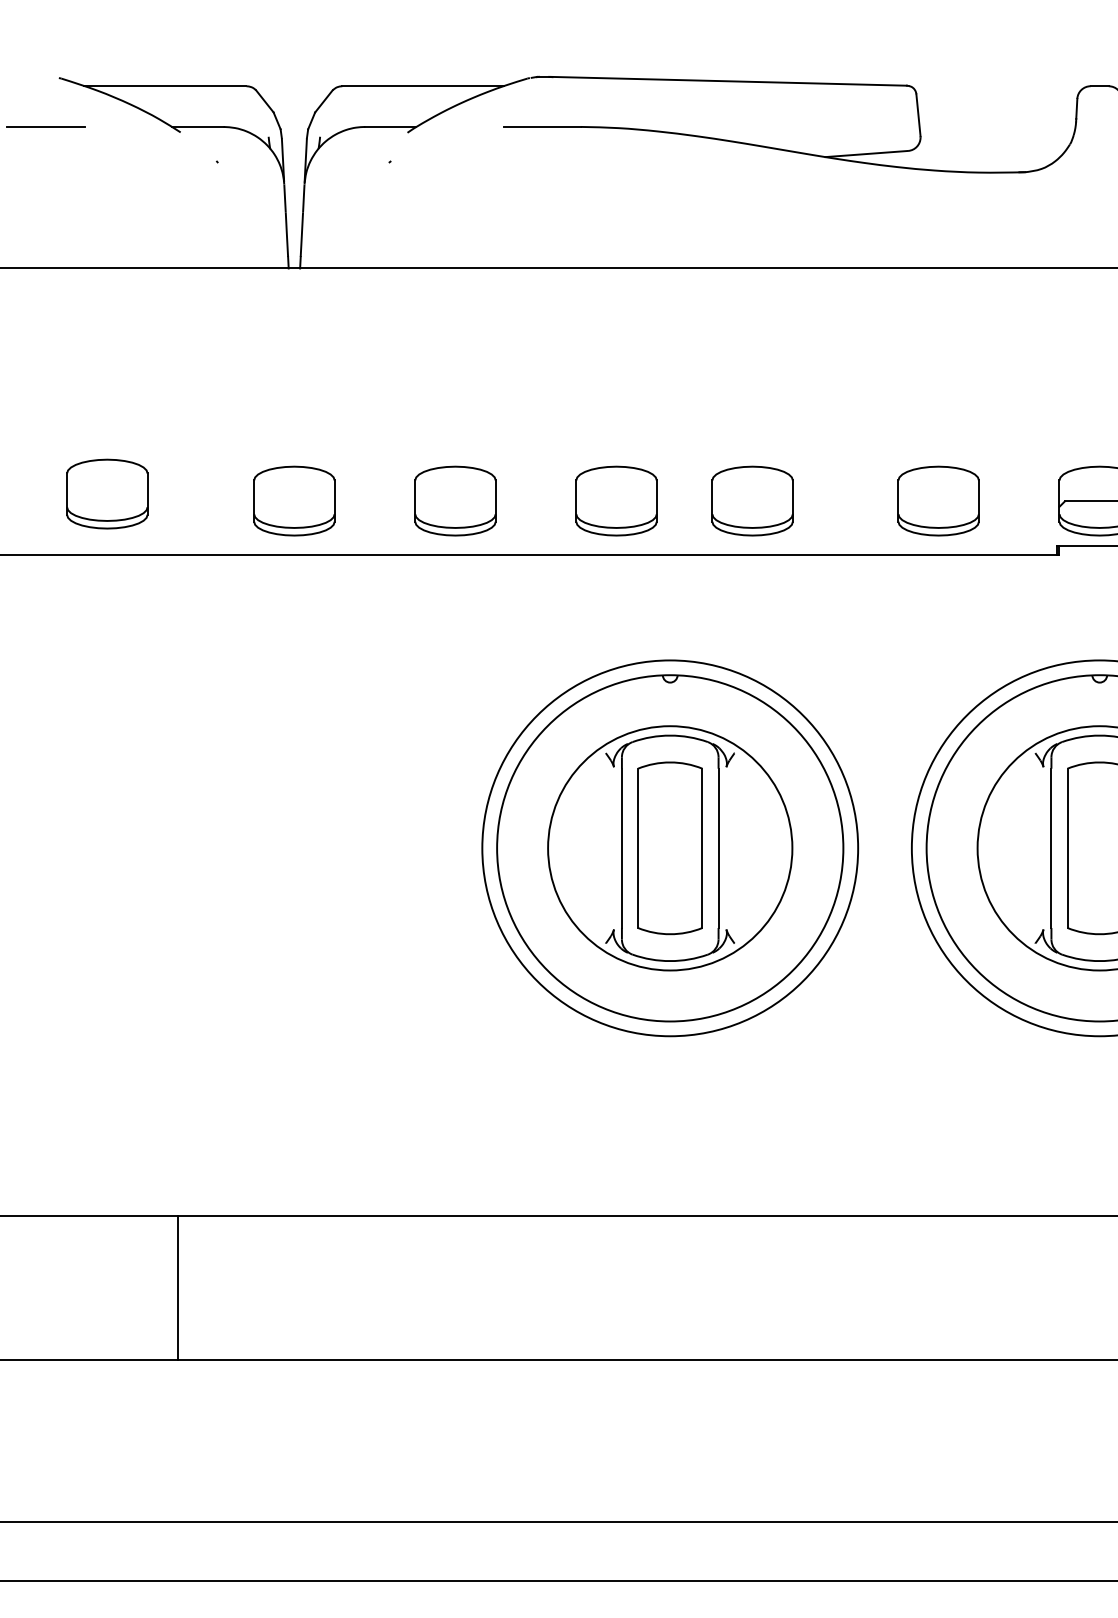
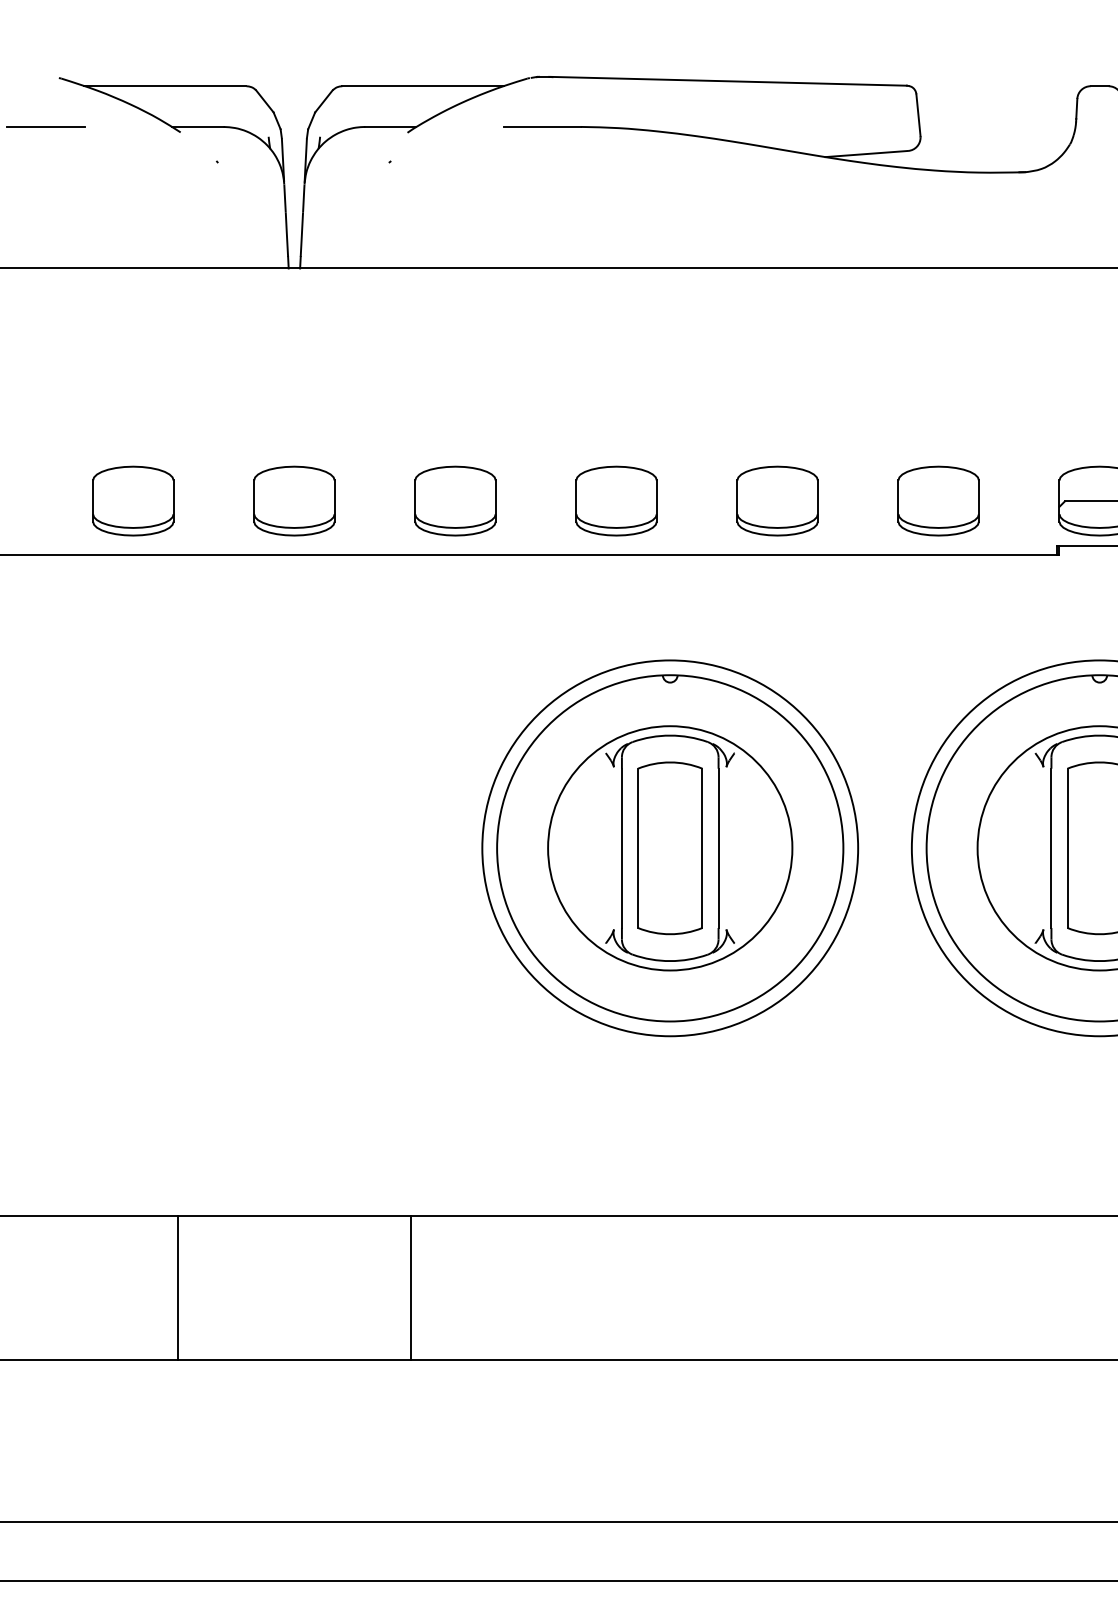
part at (107, 493) position: (107, 493) -> (133, 500)
part at (752, 500) position: (752, 500) -> (777, 500)
line at (410, 1287): none -> present
